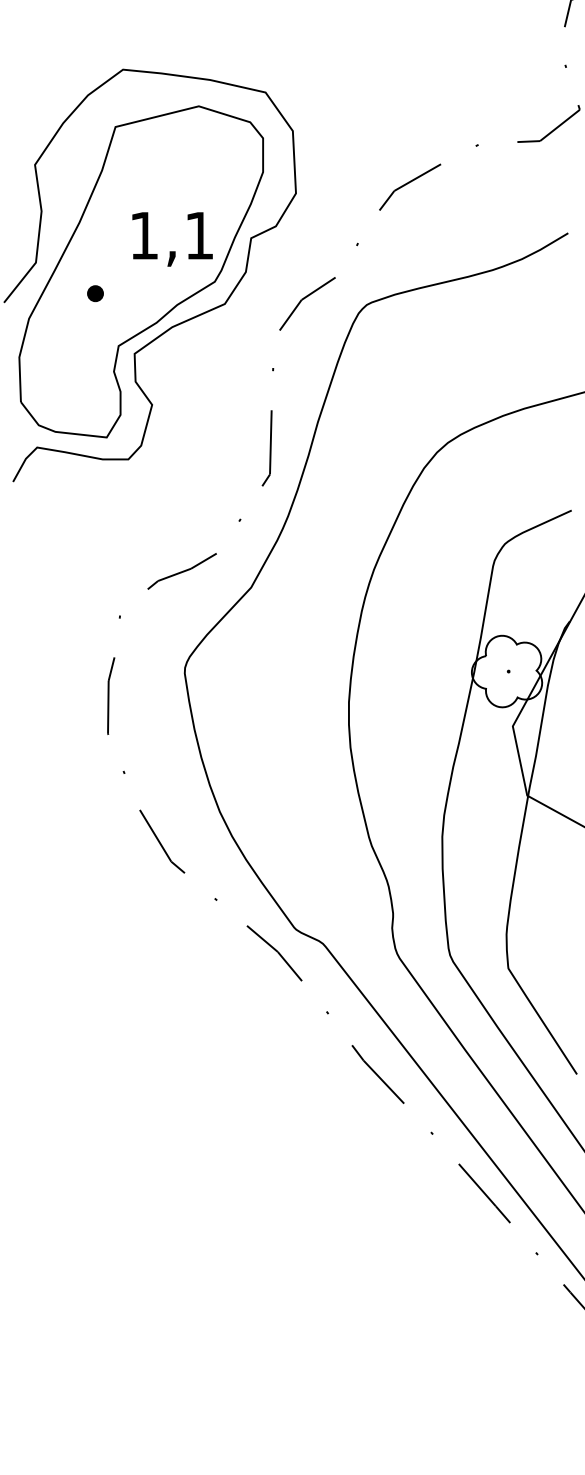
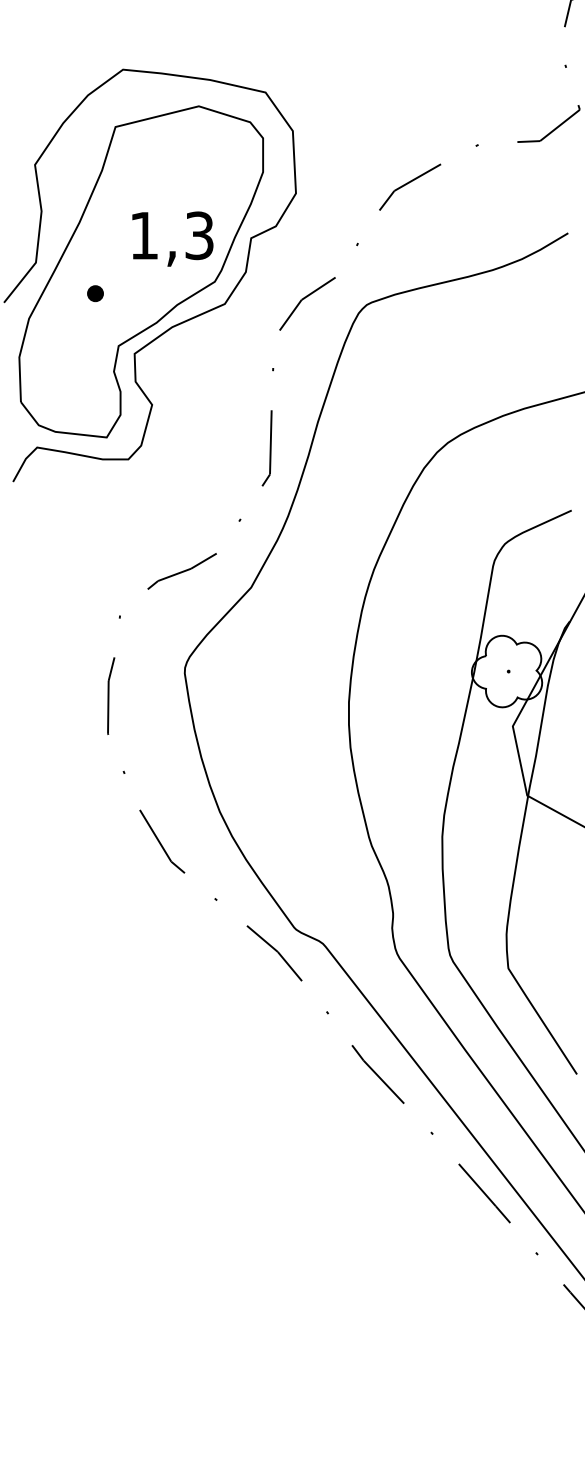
text at (199, 235): 1,1 -> 1,3
